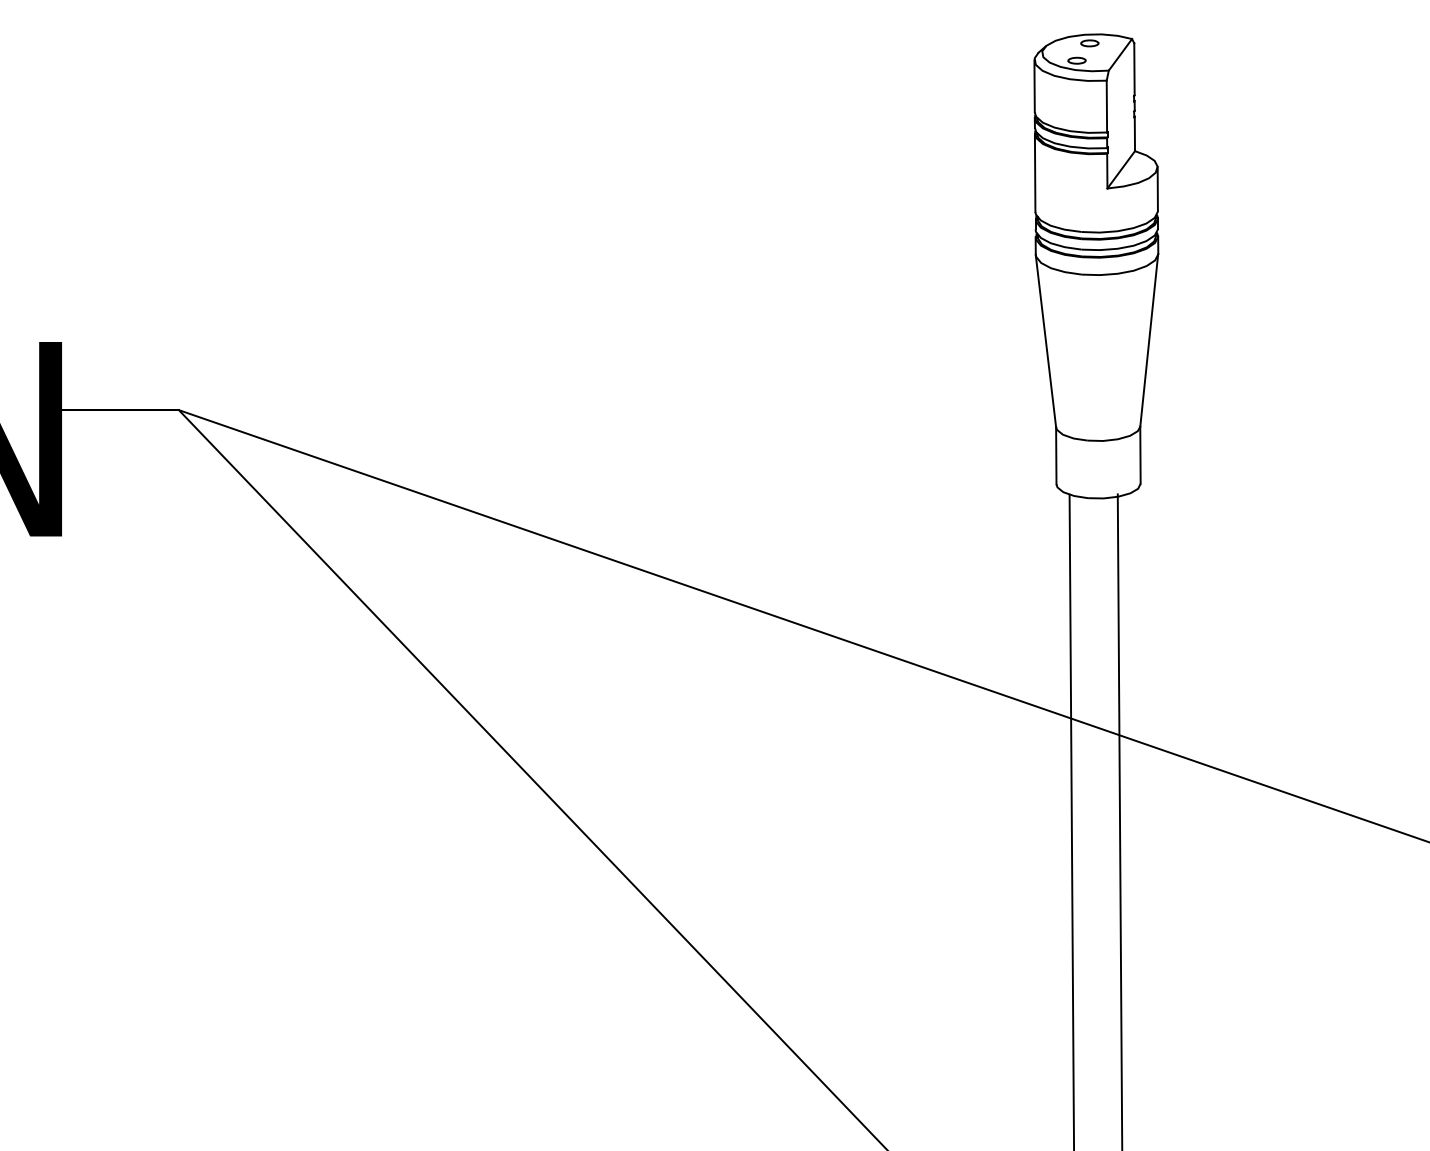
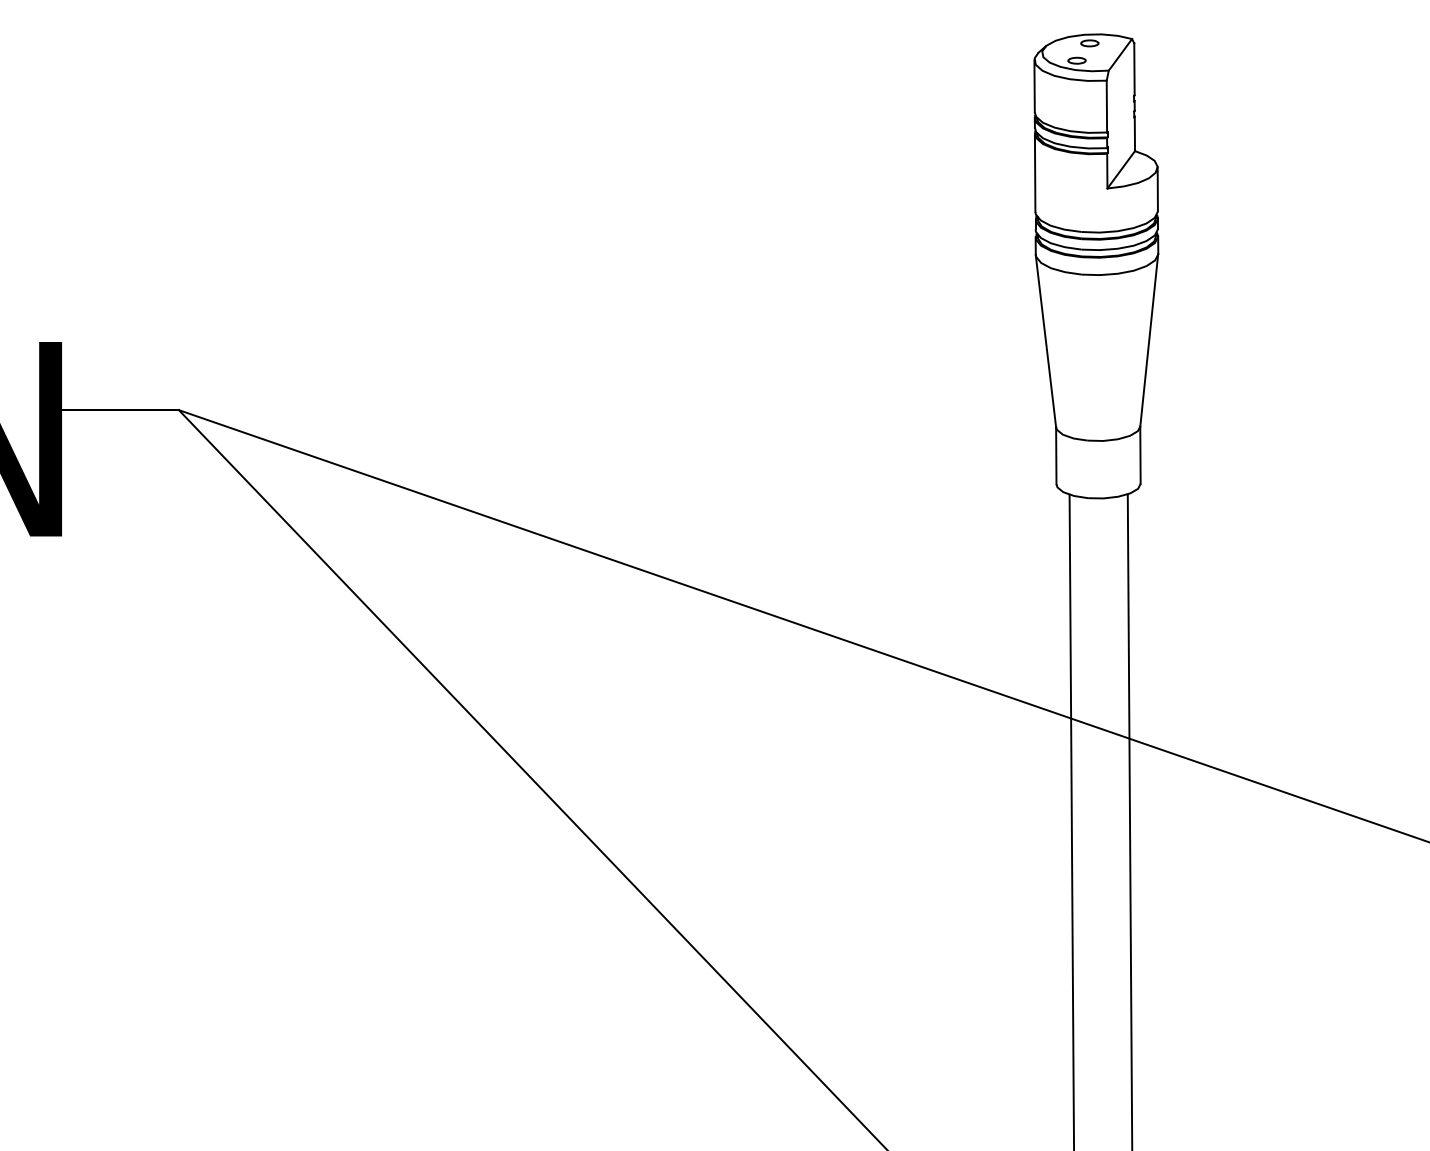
line at (1119, 820) position: (1119, 820) -> (1129, 820)
